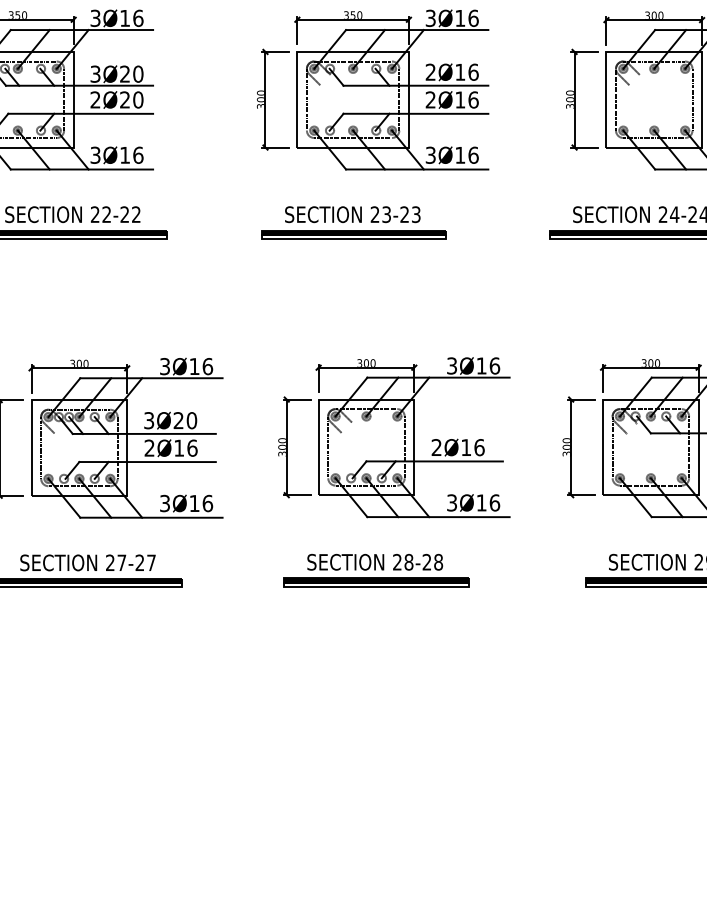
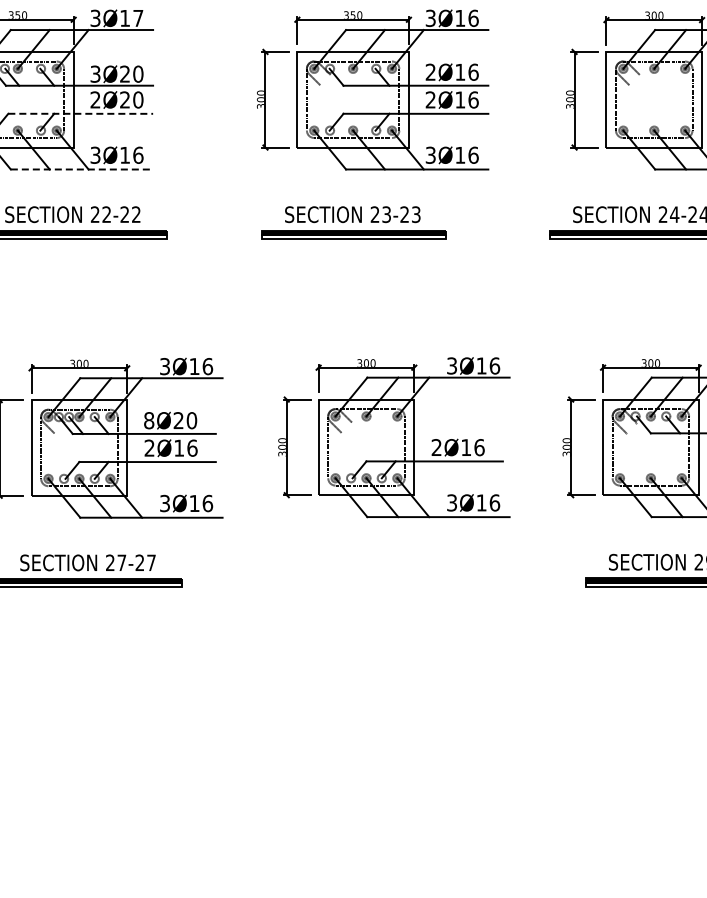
text at (138, 18): 3Ø16 -> 3Ø17
line at (81, 113): solid -> dashed
line at (82, 169): solid -> dashed
text at (149, 420): 3Ø20 -> 8Ø20
part at (376, 570): present -> none
